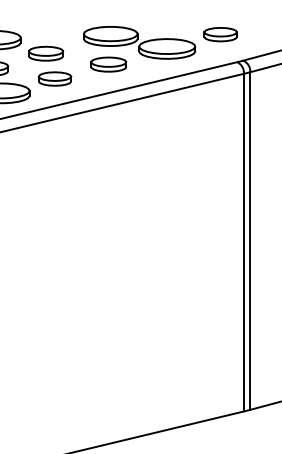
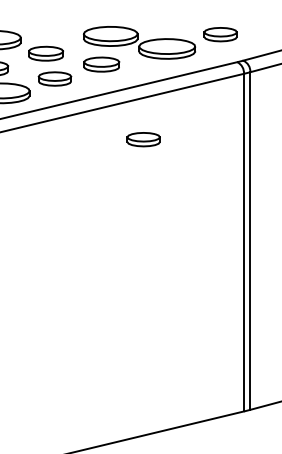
part at (108, 64) position: (108, 64) -> (101, 64)
part at (143, 139): none -> present
